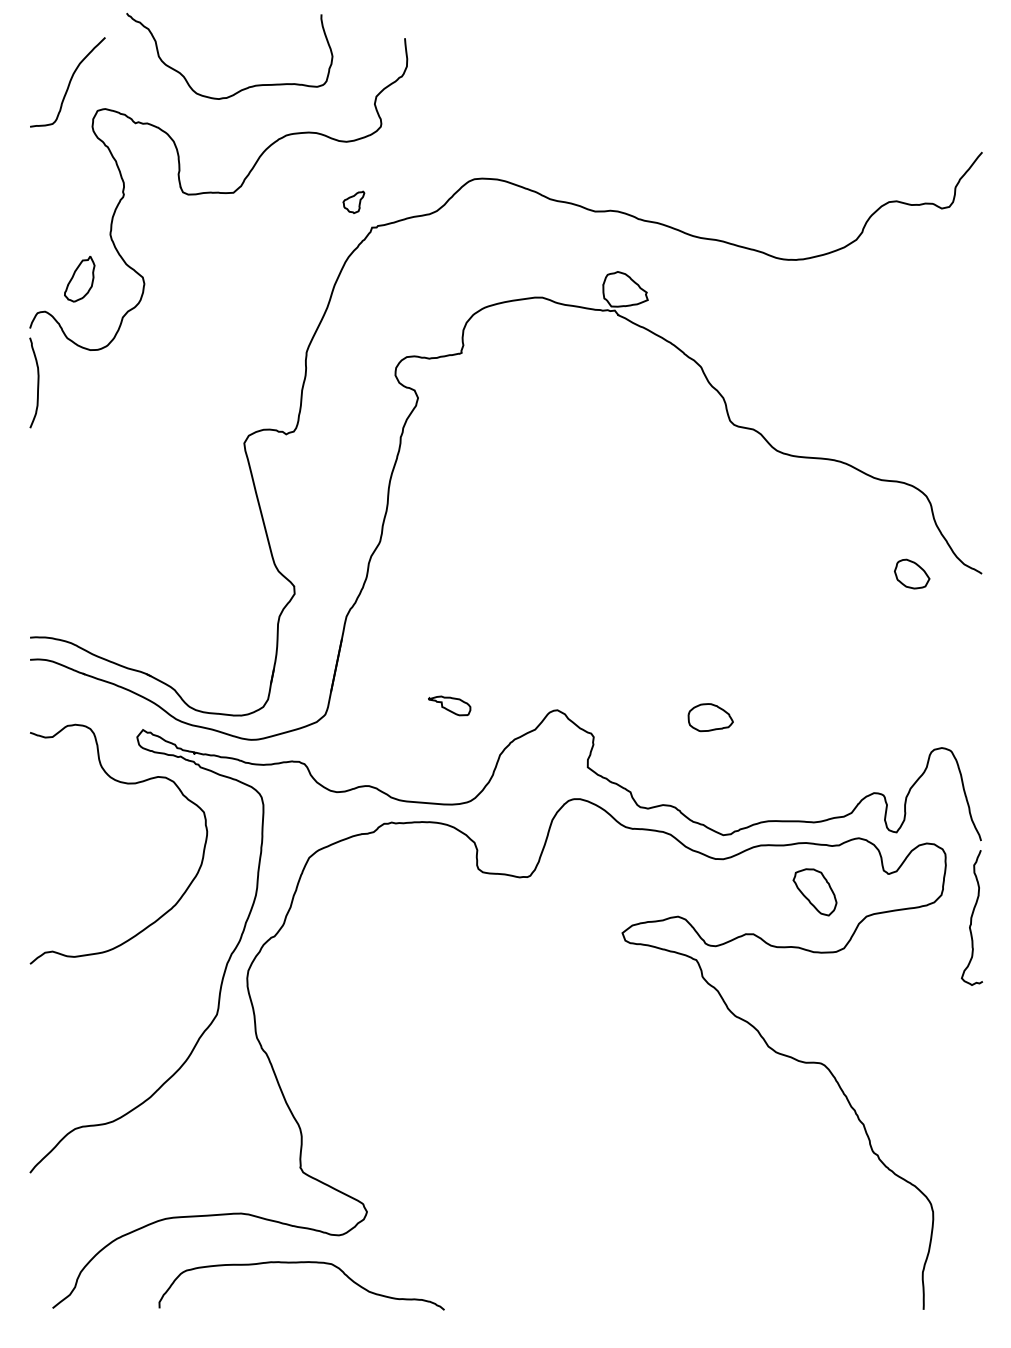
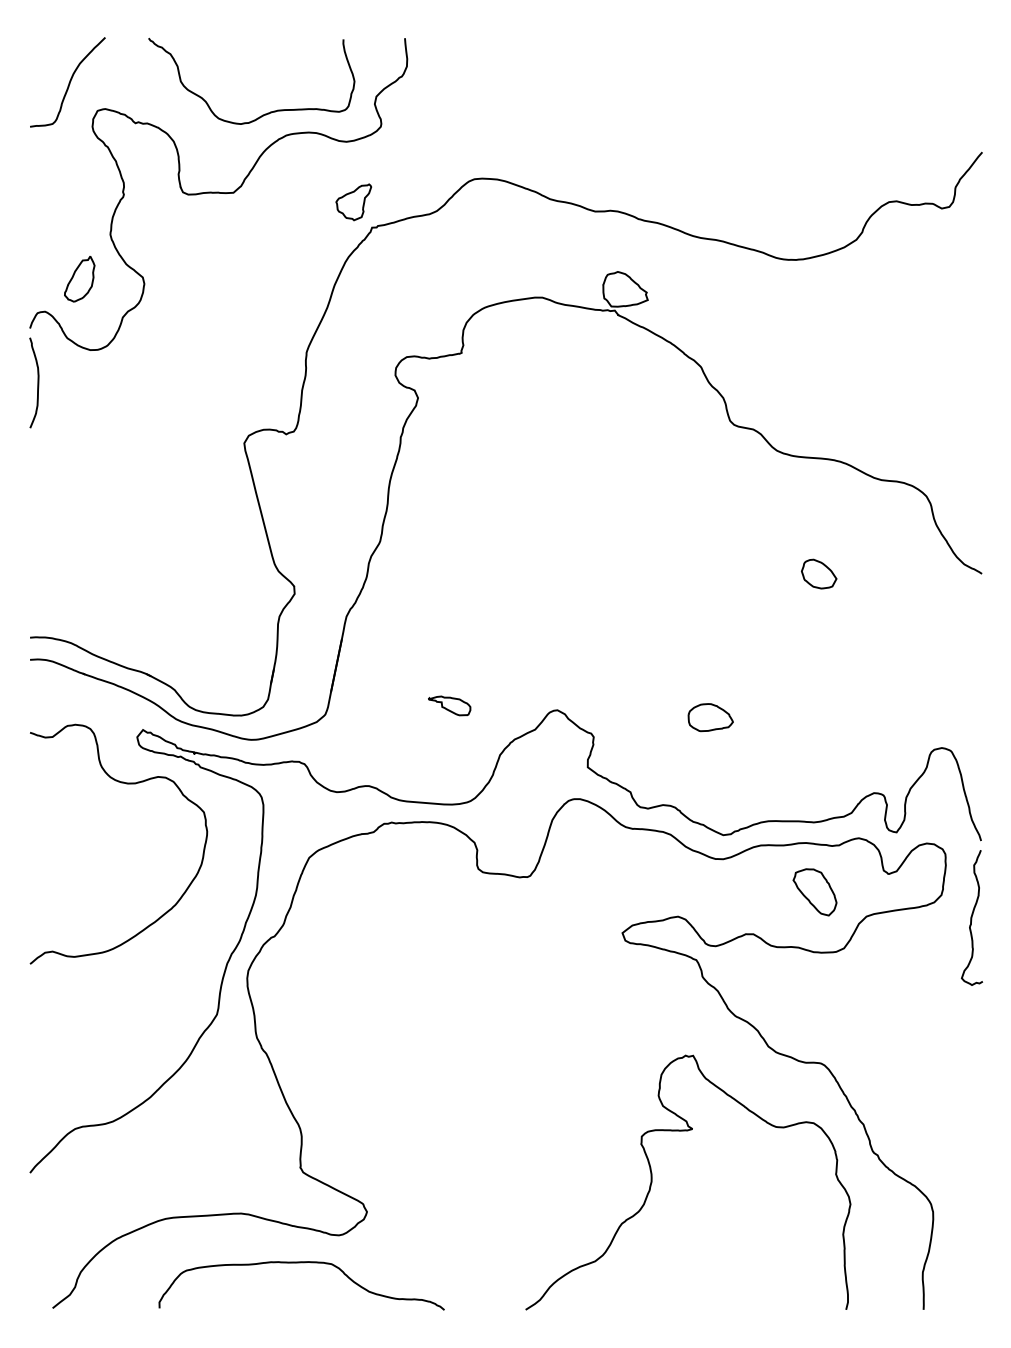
curve at (240, 89) position: (240, 89) -> (262, 114)
part at (353, 201) size: 24x24 px -> 38x39 px
part at (912, 573) position: (912, 573) -> (819, 573)
curve at (652, 1182): none -> present
